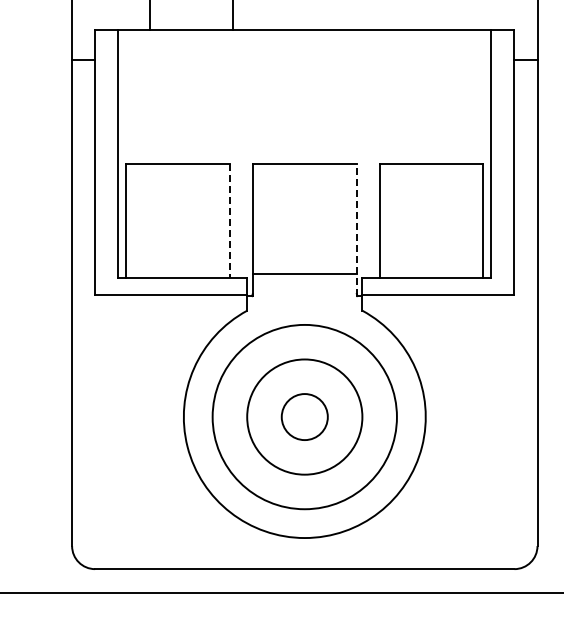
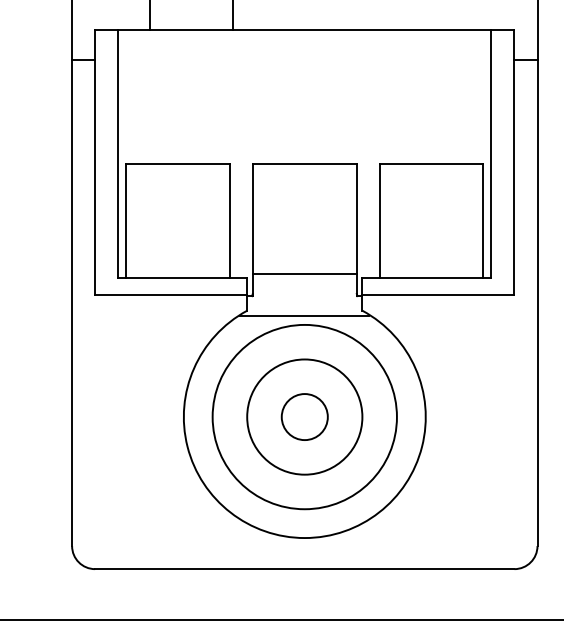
line at (229, 221): dashed -> solid
line at (356, 229): dashed -> solid
line at (304, 315): none -> present
line at (281, 592) position: (281, 592) -> (281, 619)
